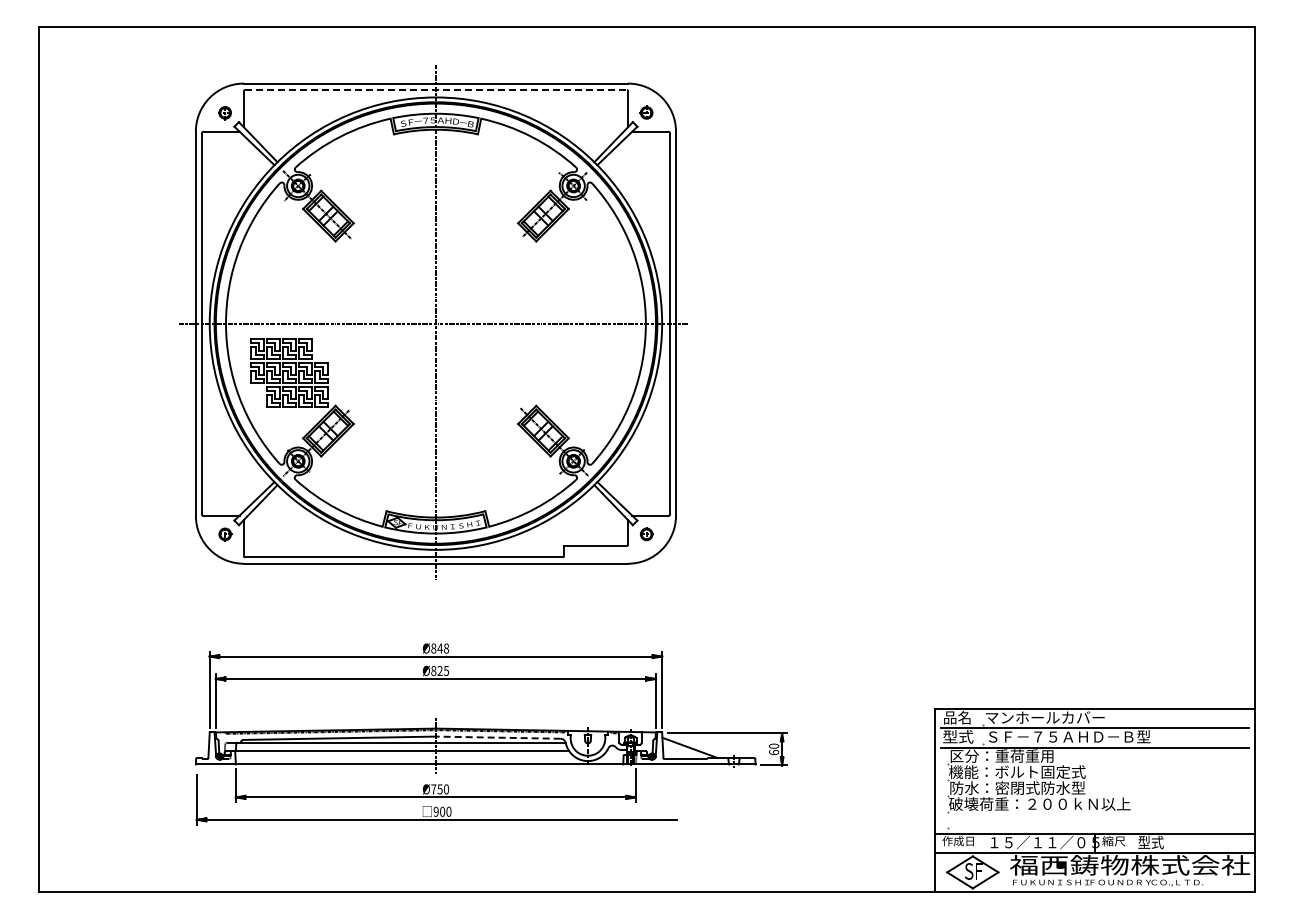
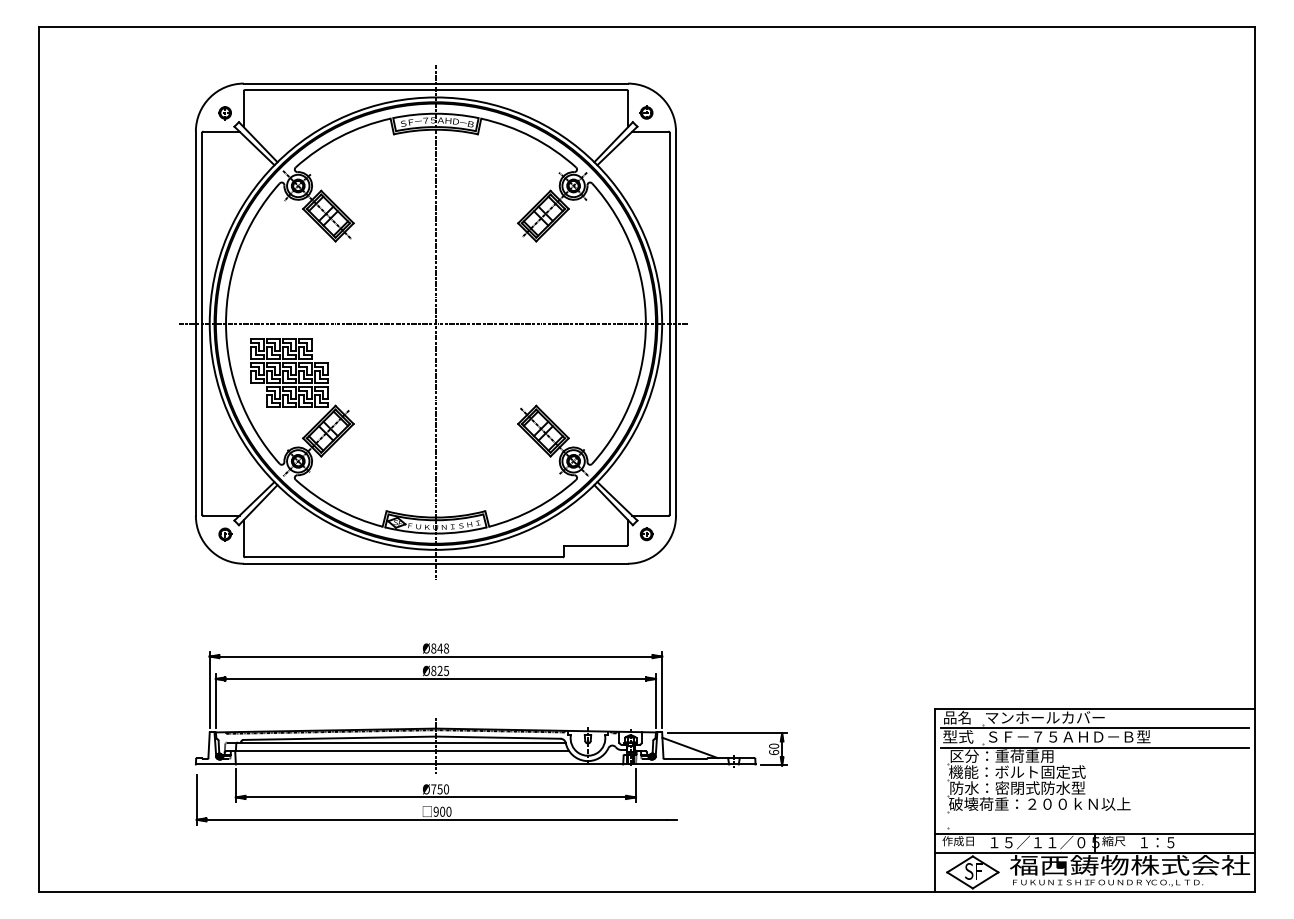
line at (435, 90): dashed -> solid
line at (497, 737): dashed -> solid
text at (1156, 842): 型式 -> １：５
